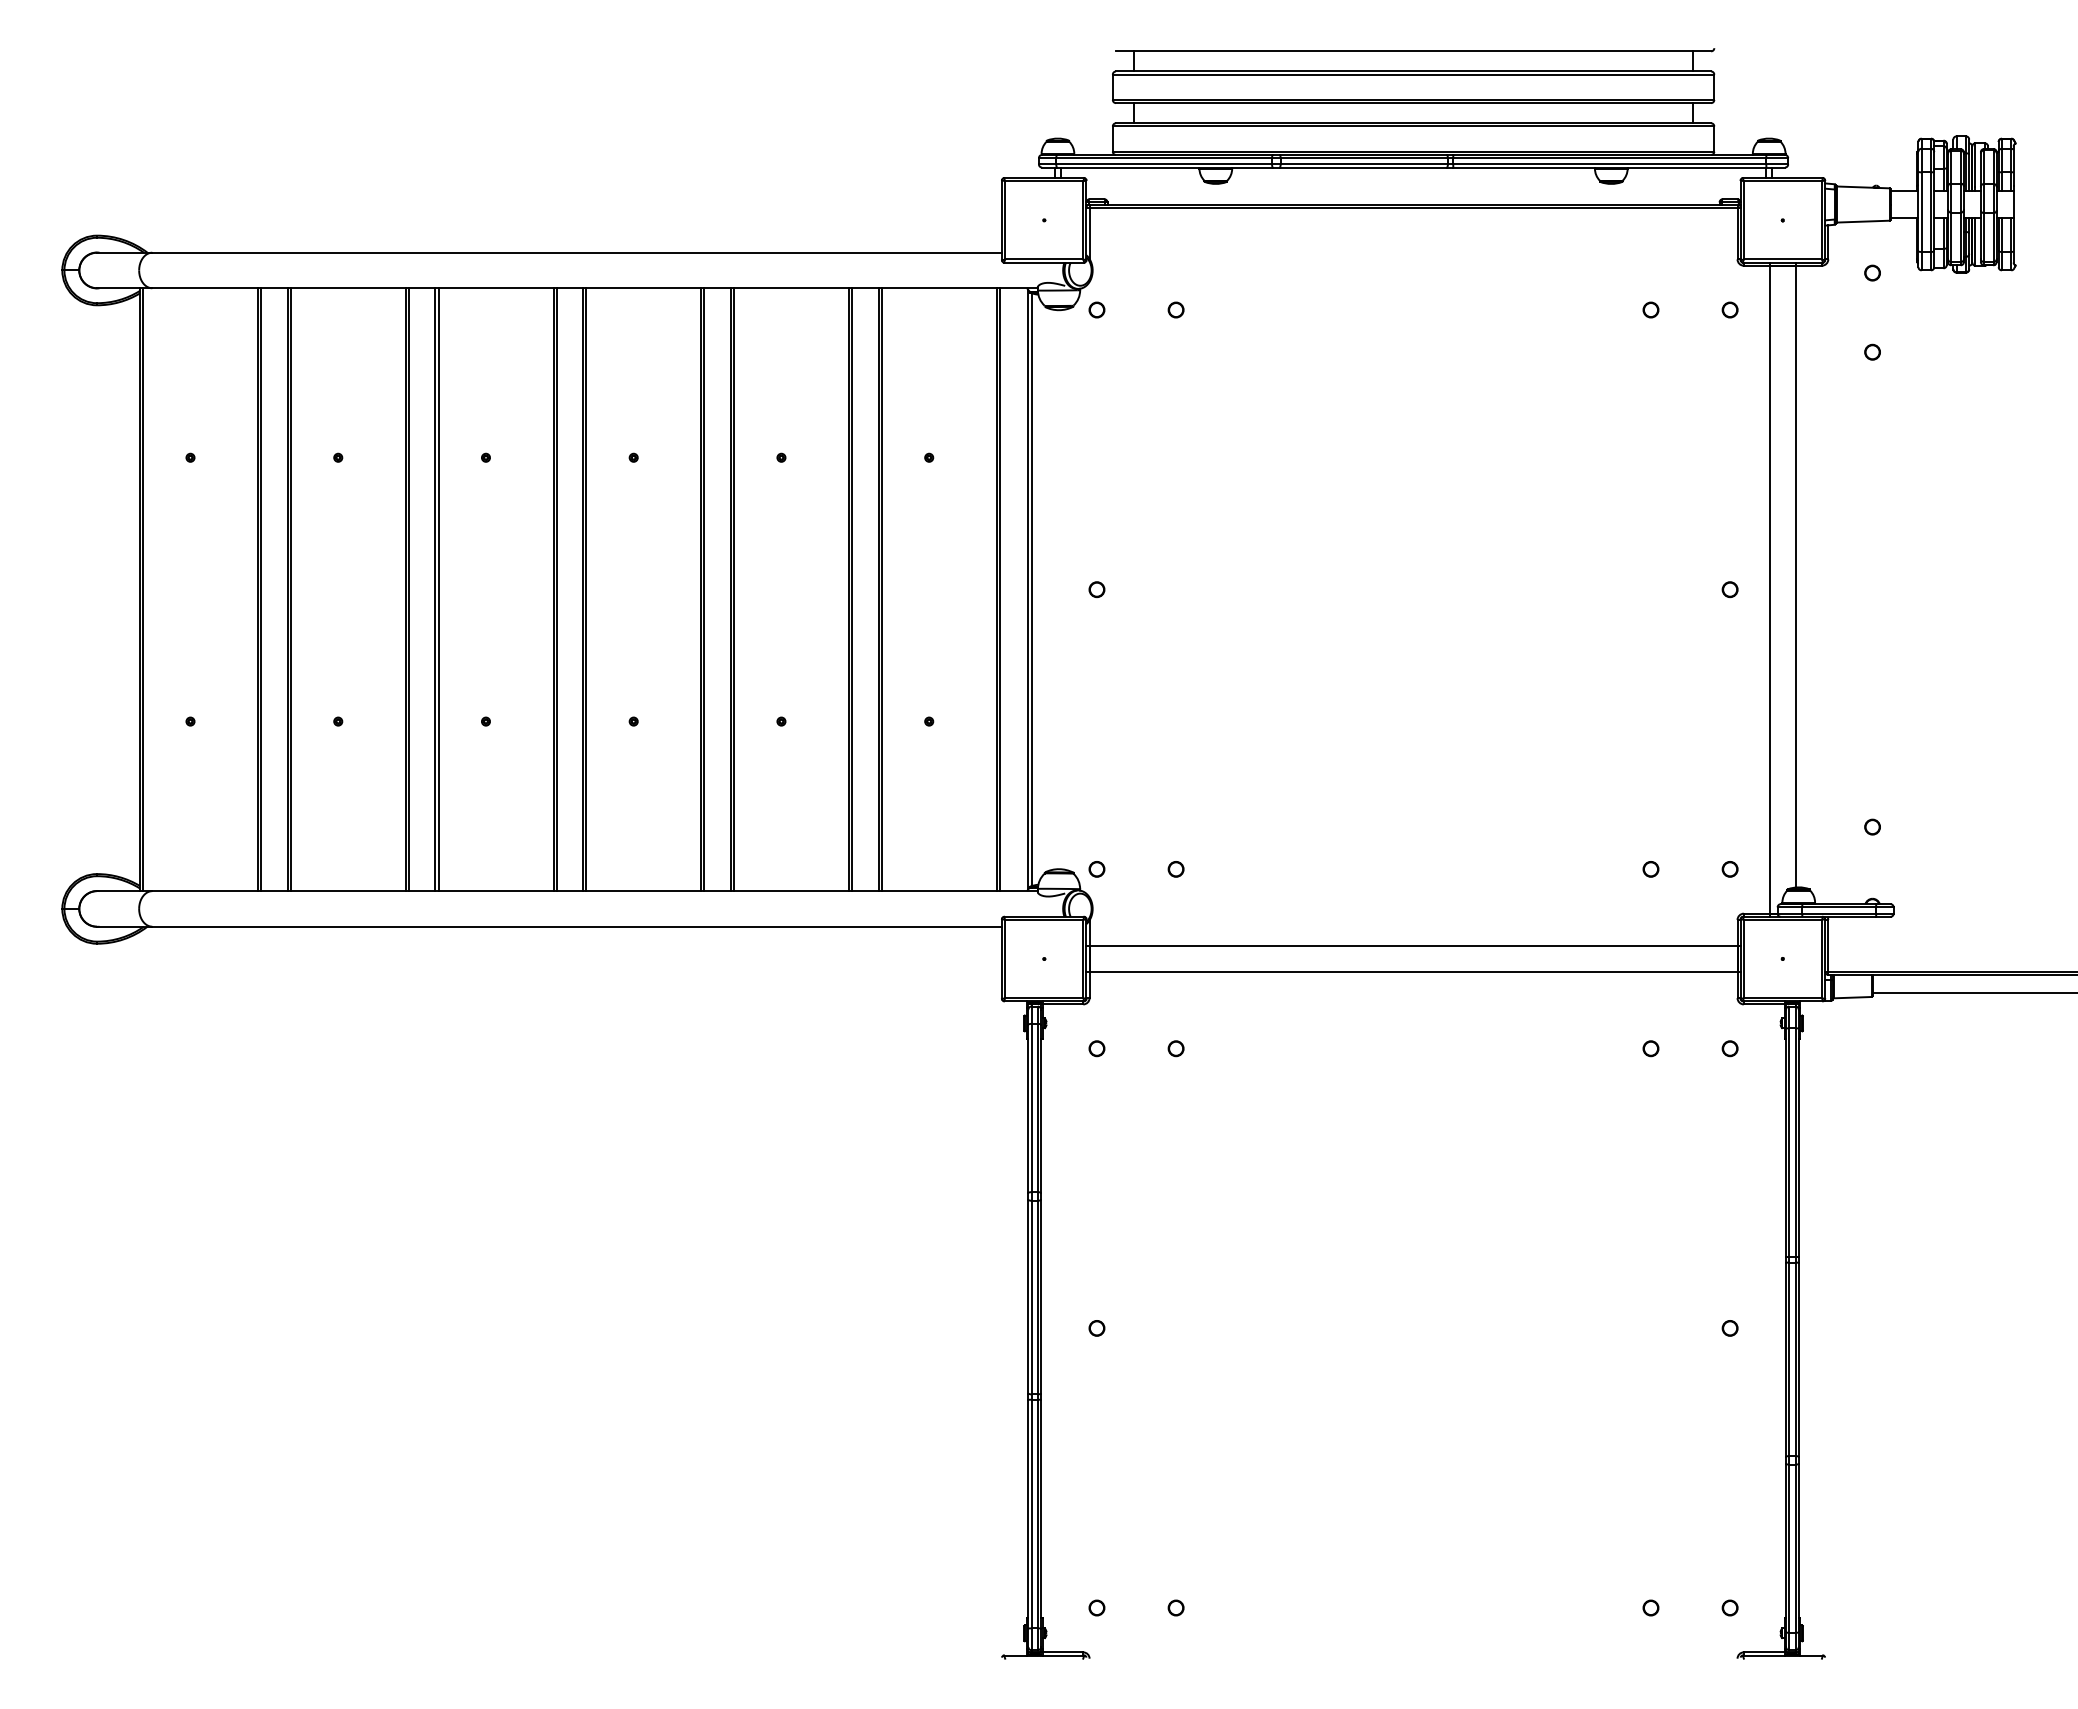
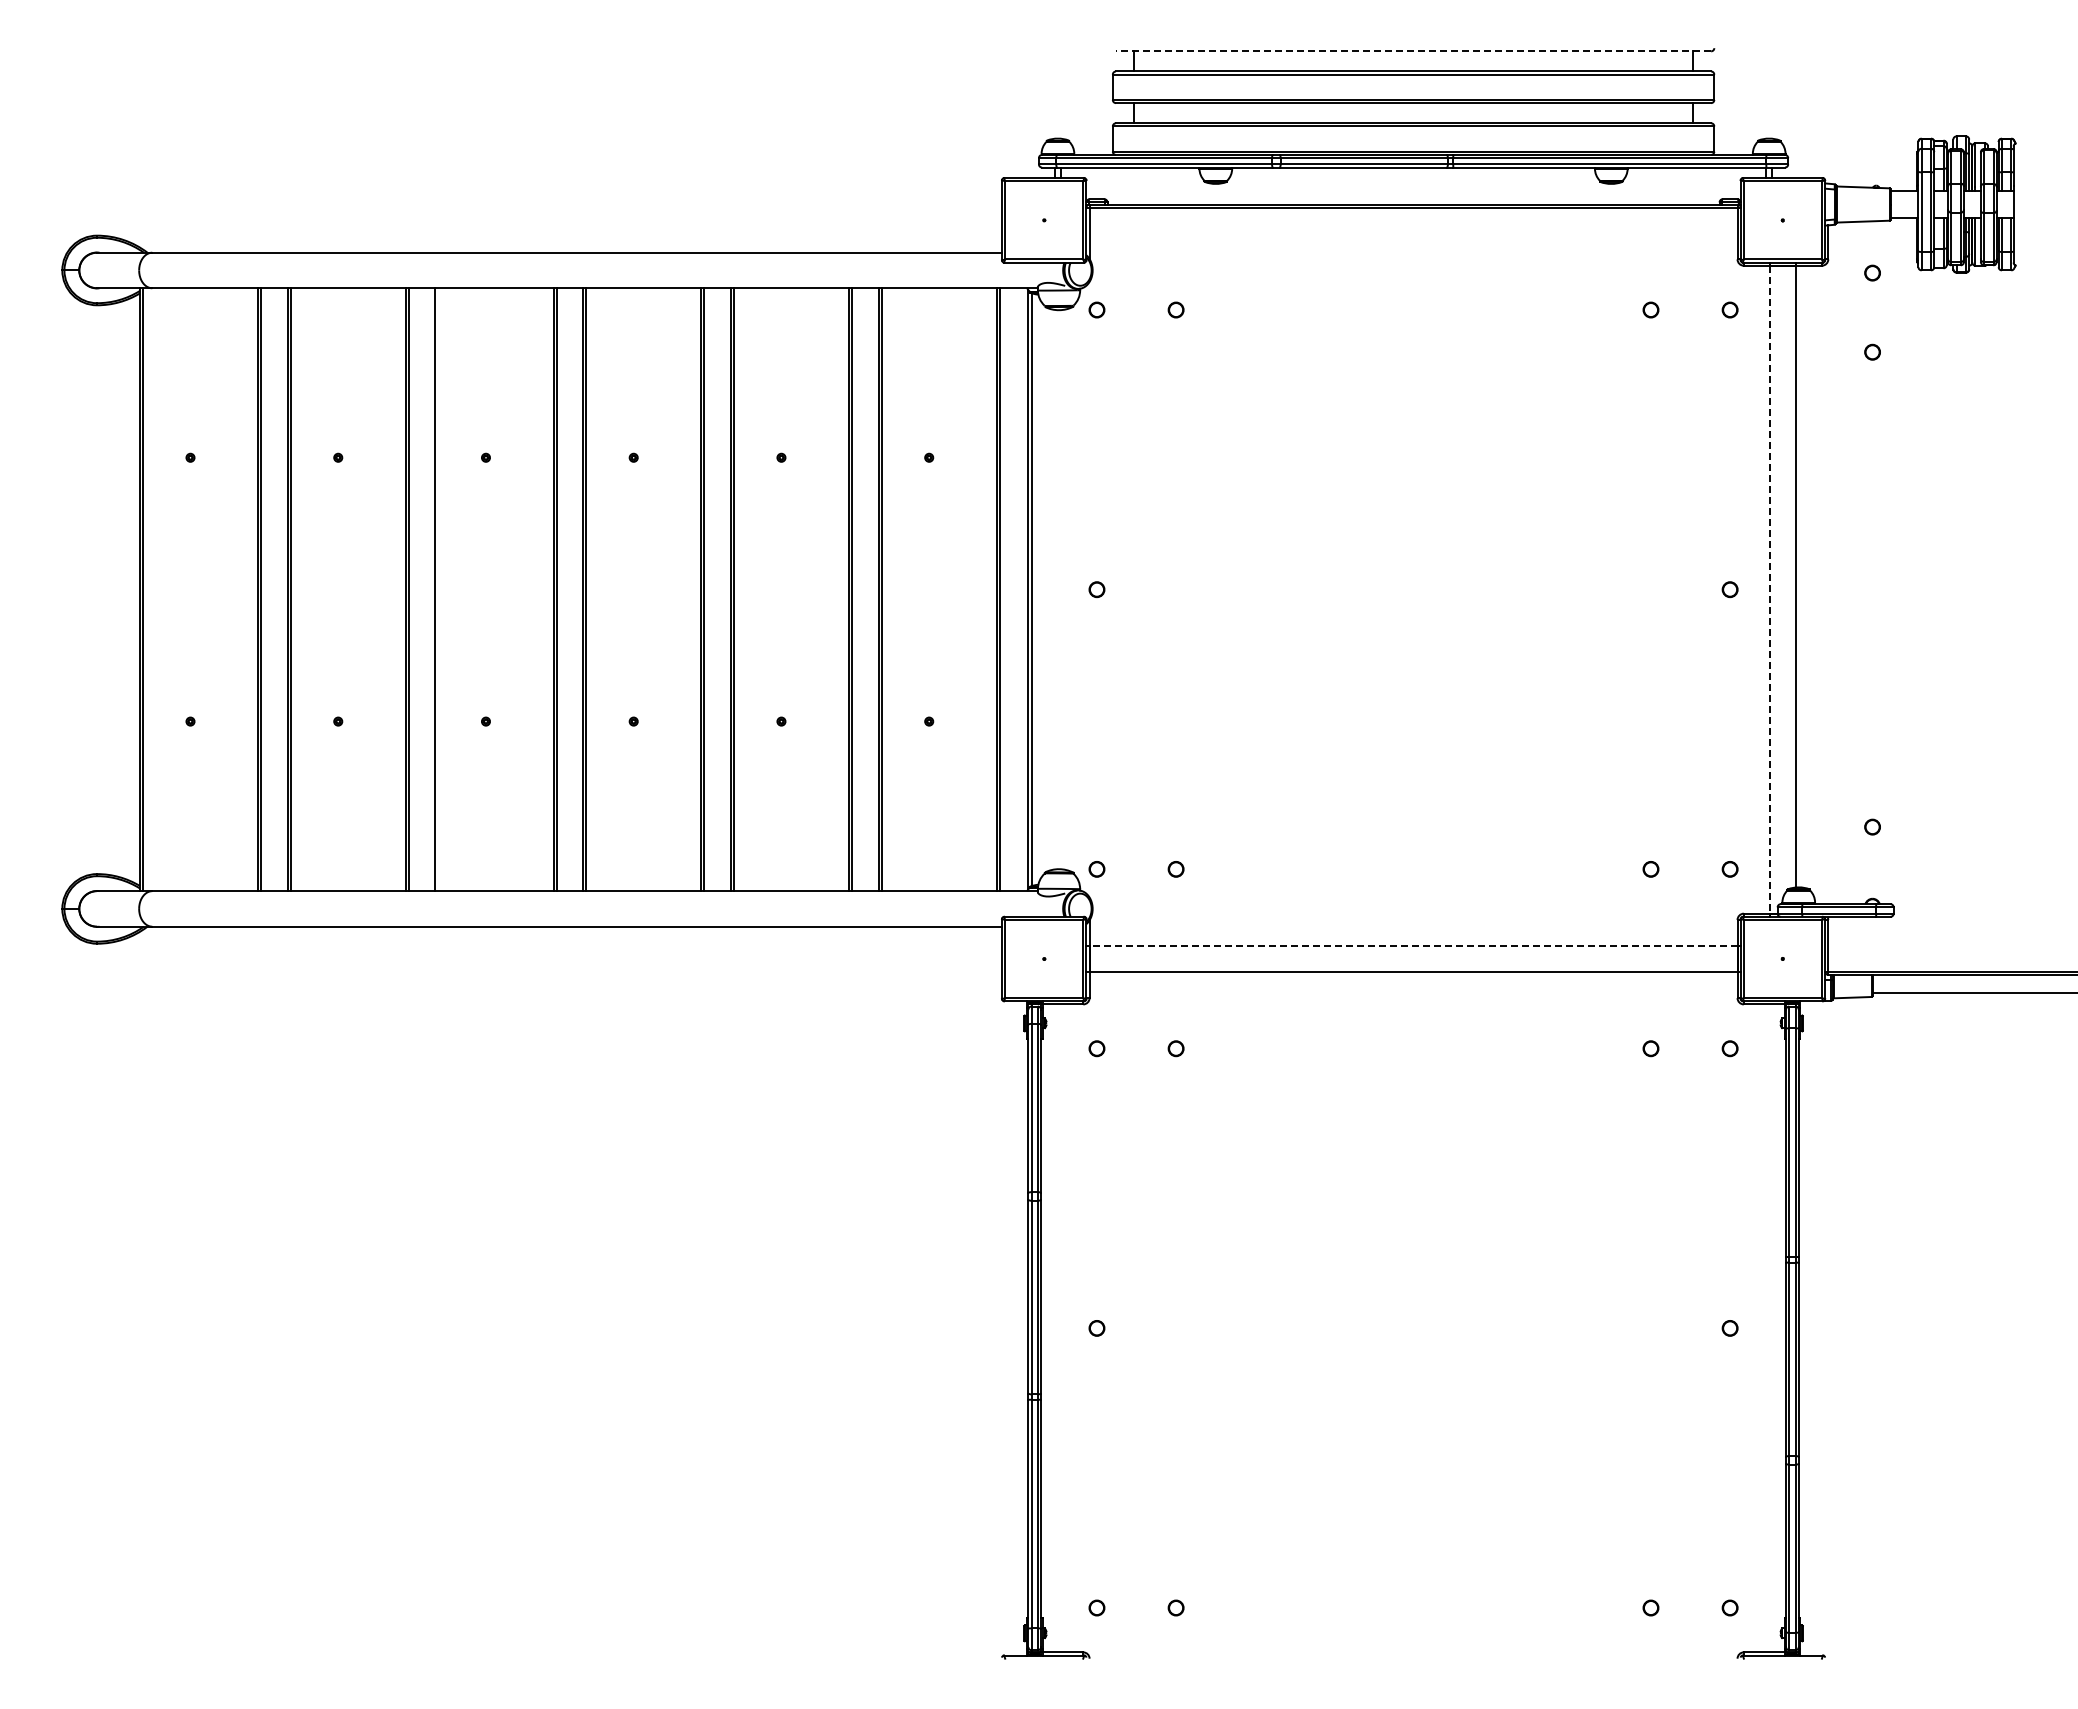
line at (1413, 51): solid -> dashed
line at (438, 589): present -> none
line at (1770, 589): solid -> dashed
line at (1413, 946): solid -> dashed
